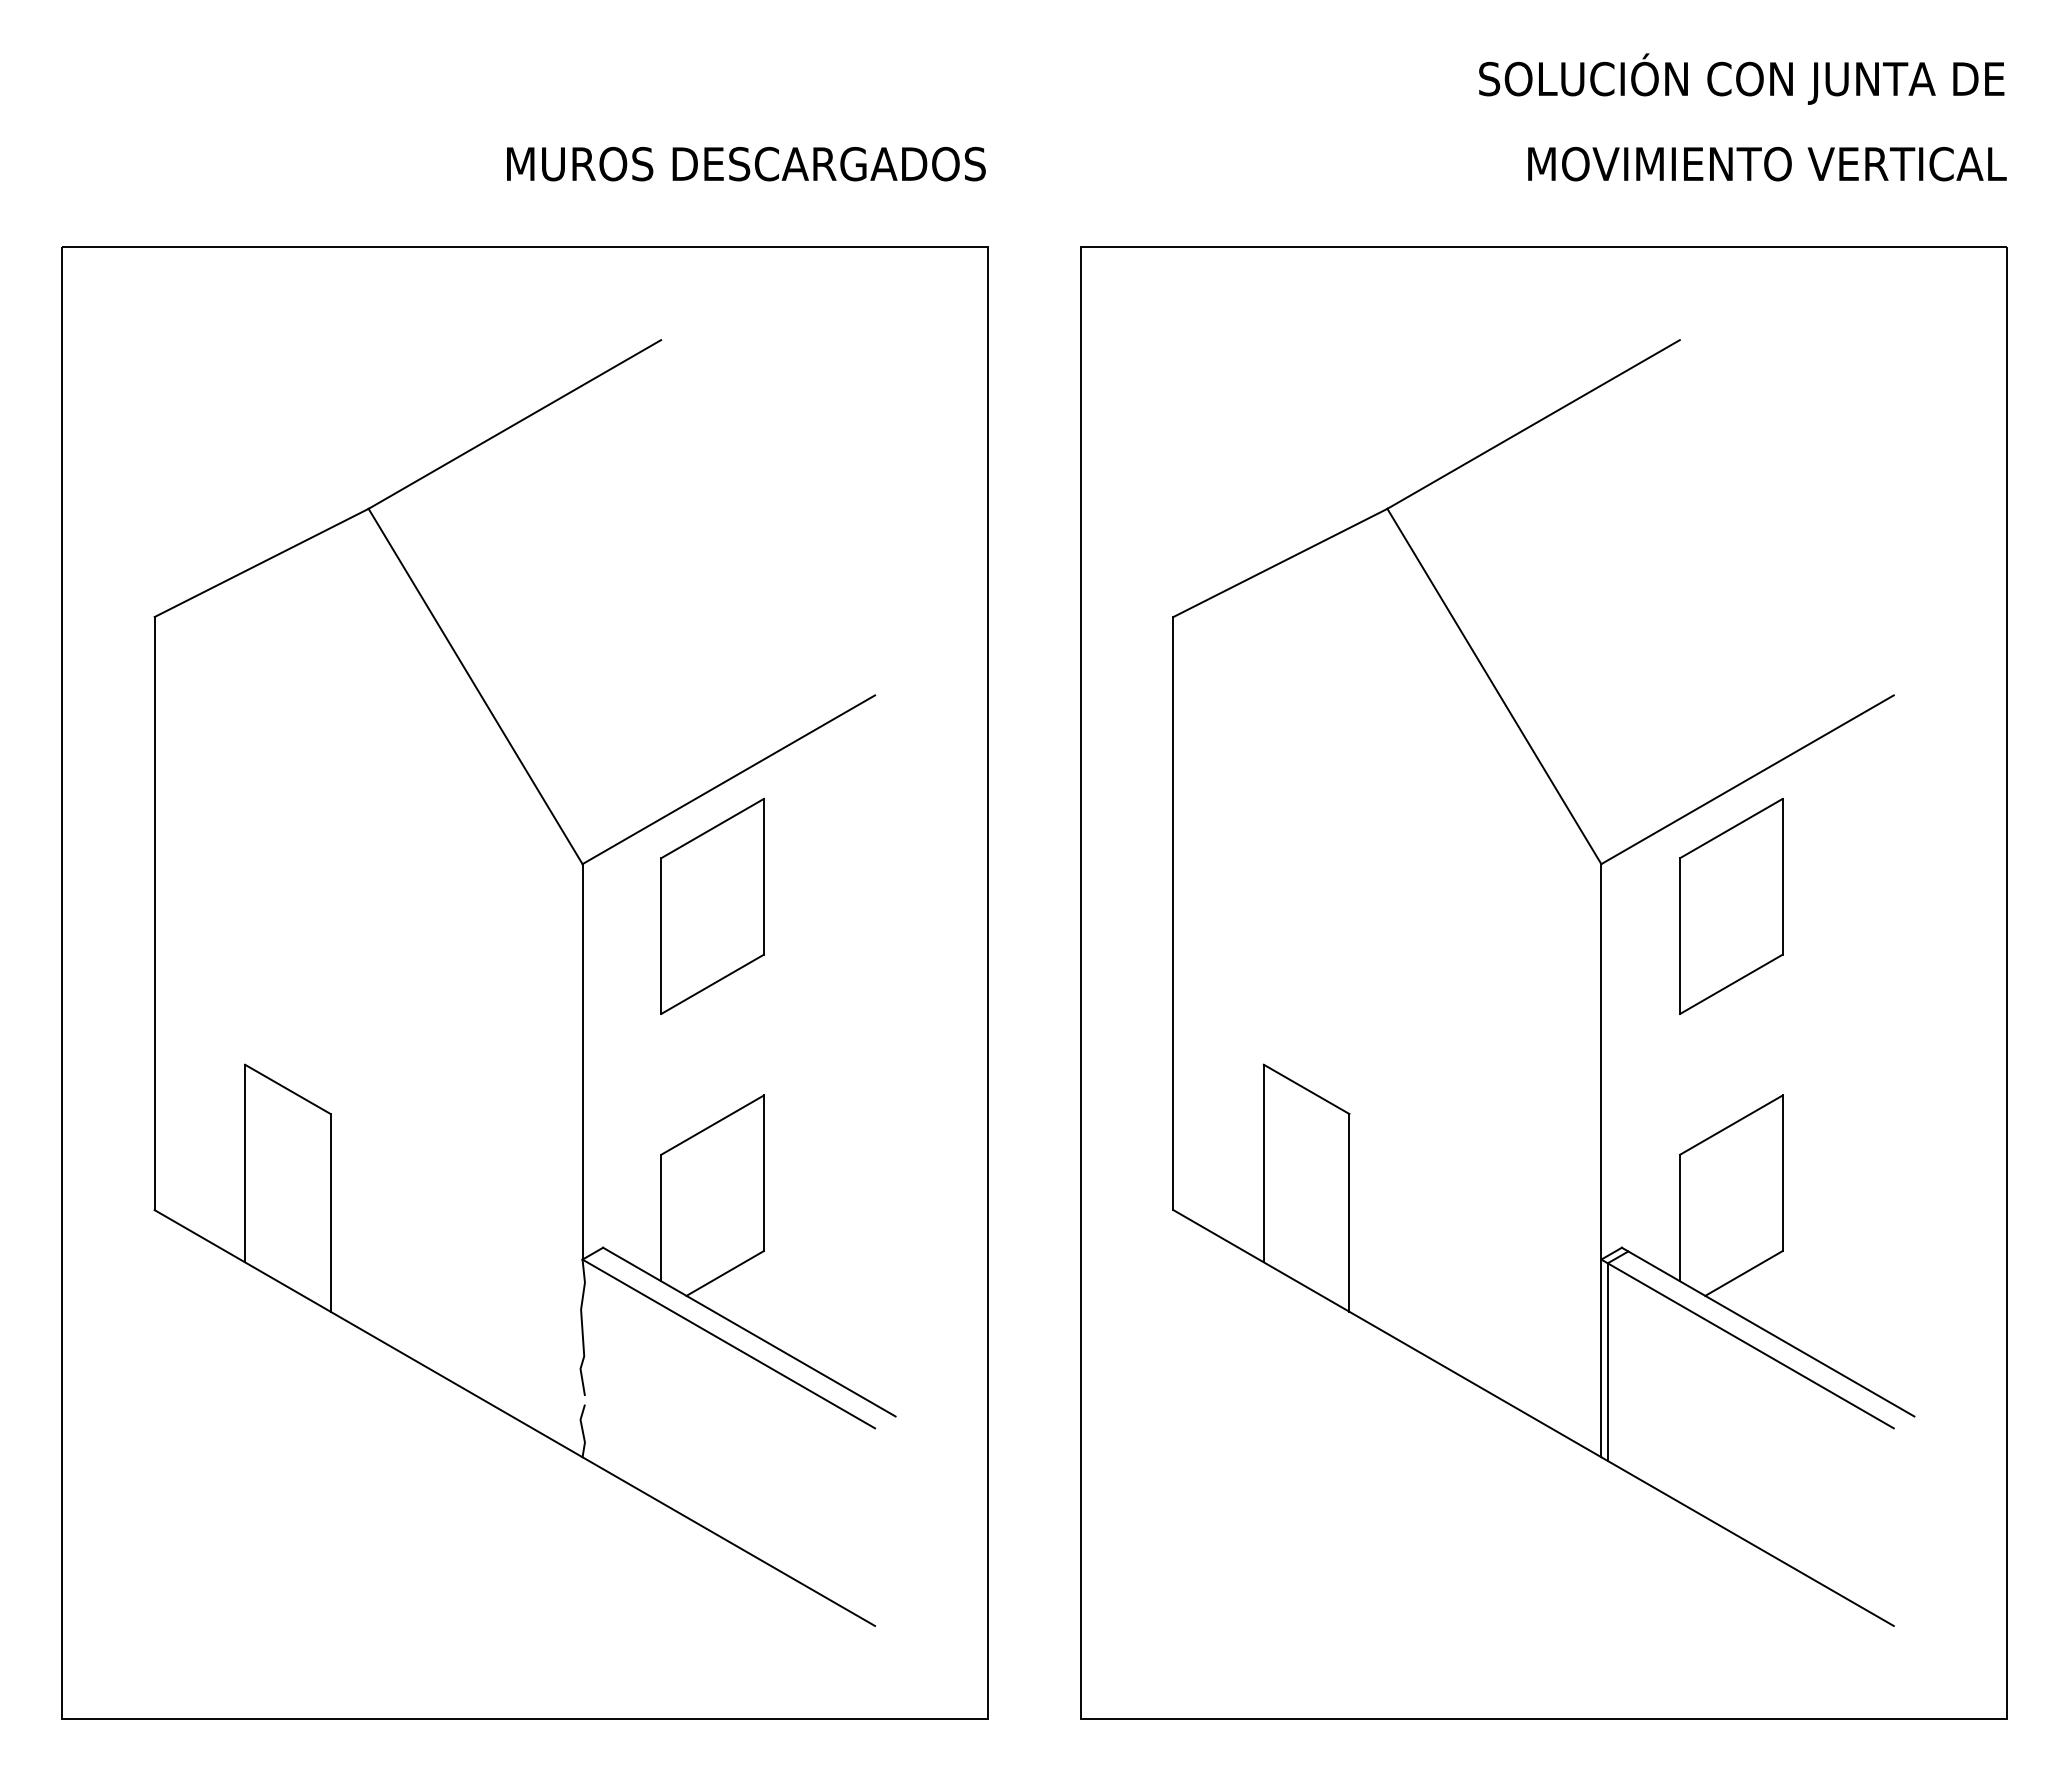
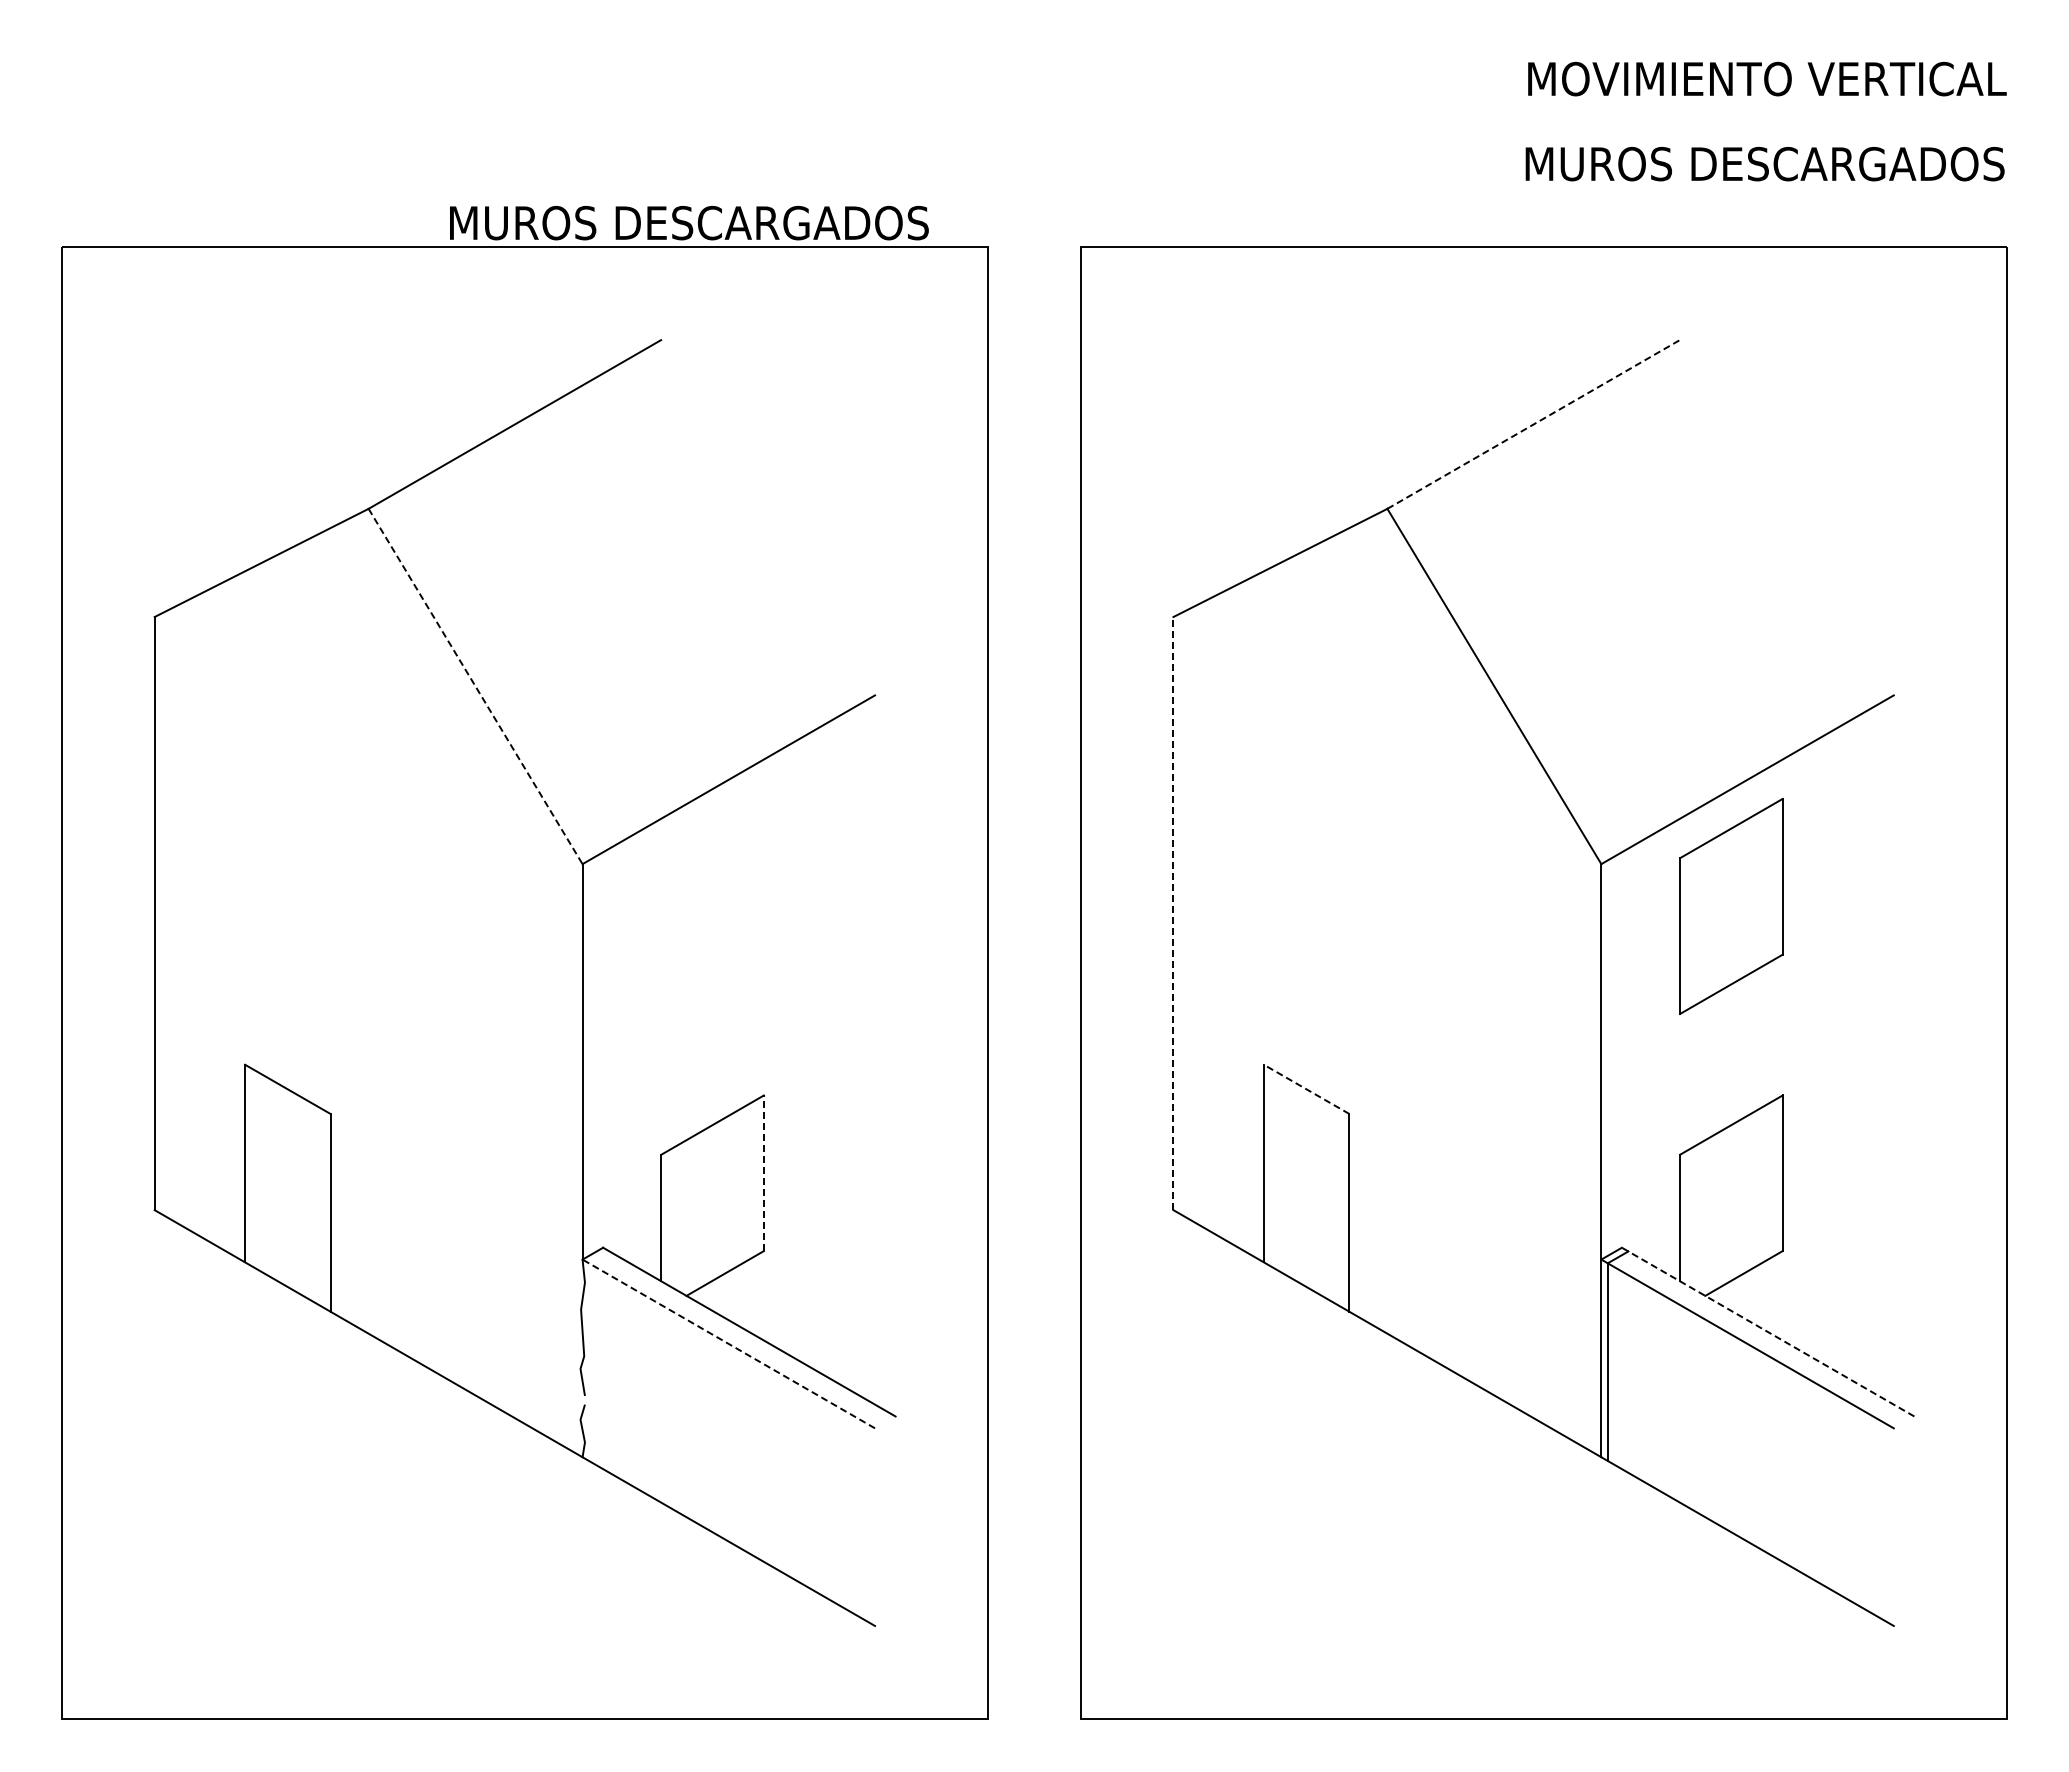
text at (1742, 78): SOLUCIÓN CON JUNTA DE -> MOVIMIENTO VERTICAL
text at (746, 163) position: (746, 163) -> (689, 222)
text at (1765, 163): MOVIMIENTO VERTICAL -> MUROS DESCARGADOS
line at (1533, 424): solid -> dashed
line at (475, 686): solid -> dashed
part at (712, 905): present -> none
line at (1173, 913): solid -> dashed
line at (1306, 1089): solid -> dashed
line at (763, 1173): solid -> dashed
line at (1768, 1332): solid -> dashed
line at (728, 1343): solid -> dashed
